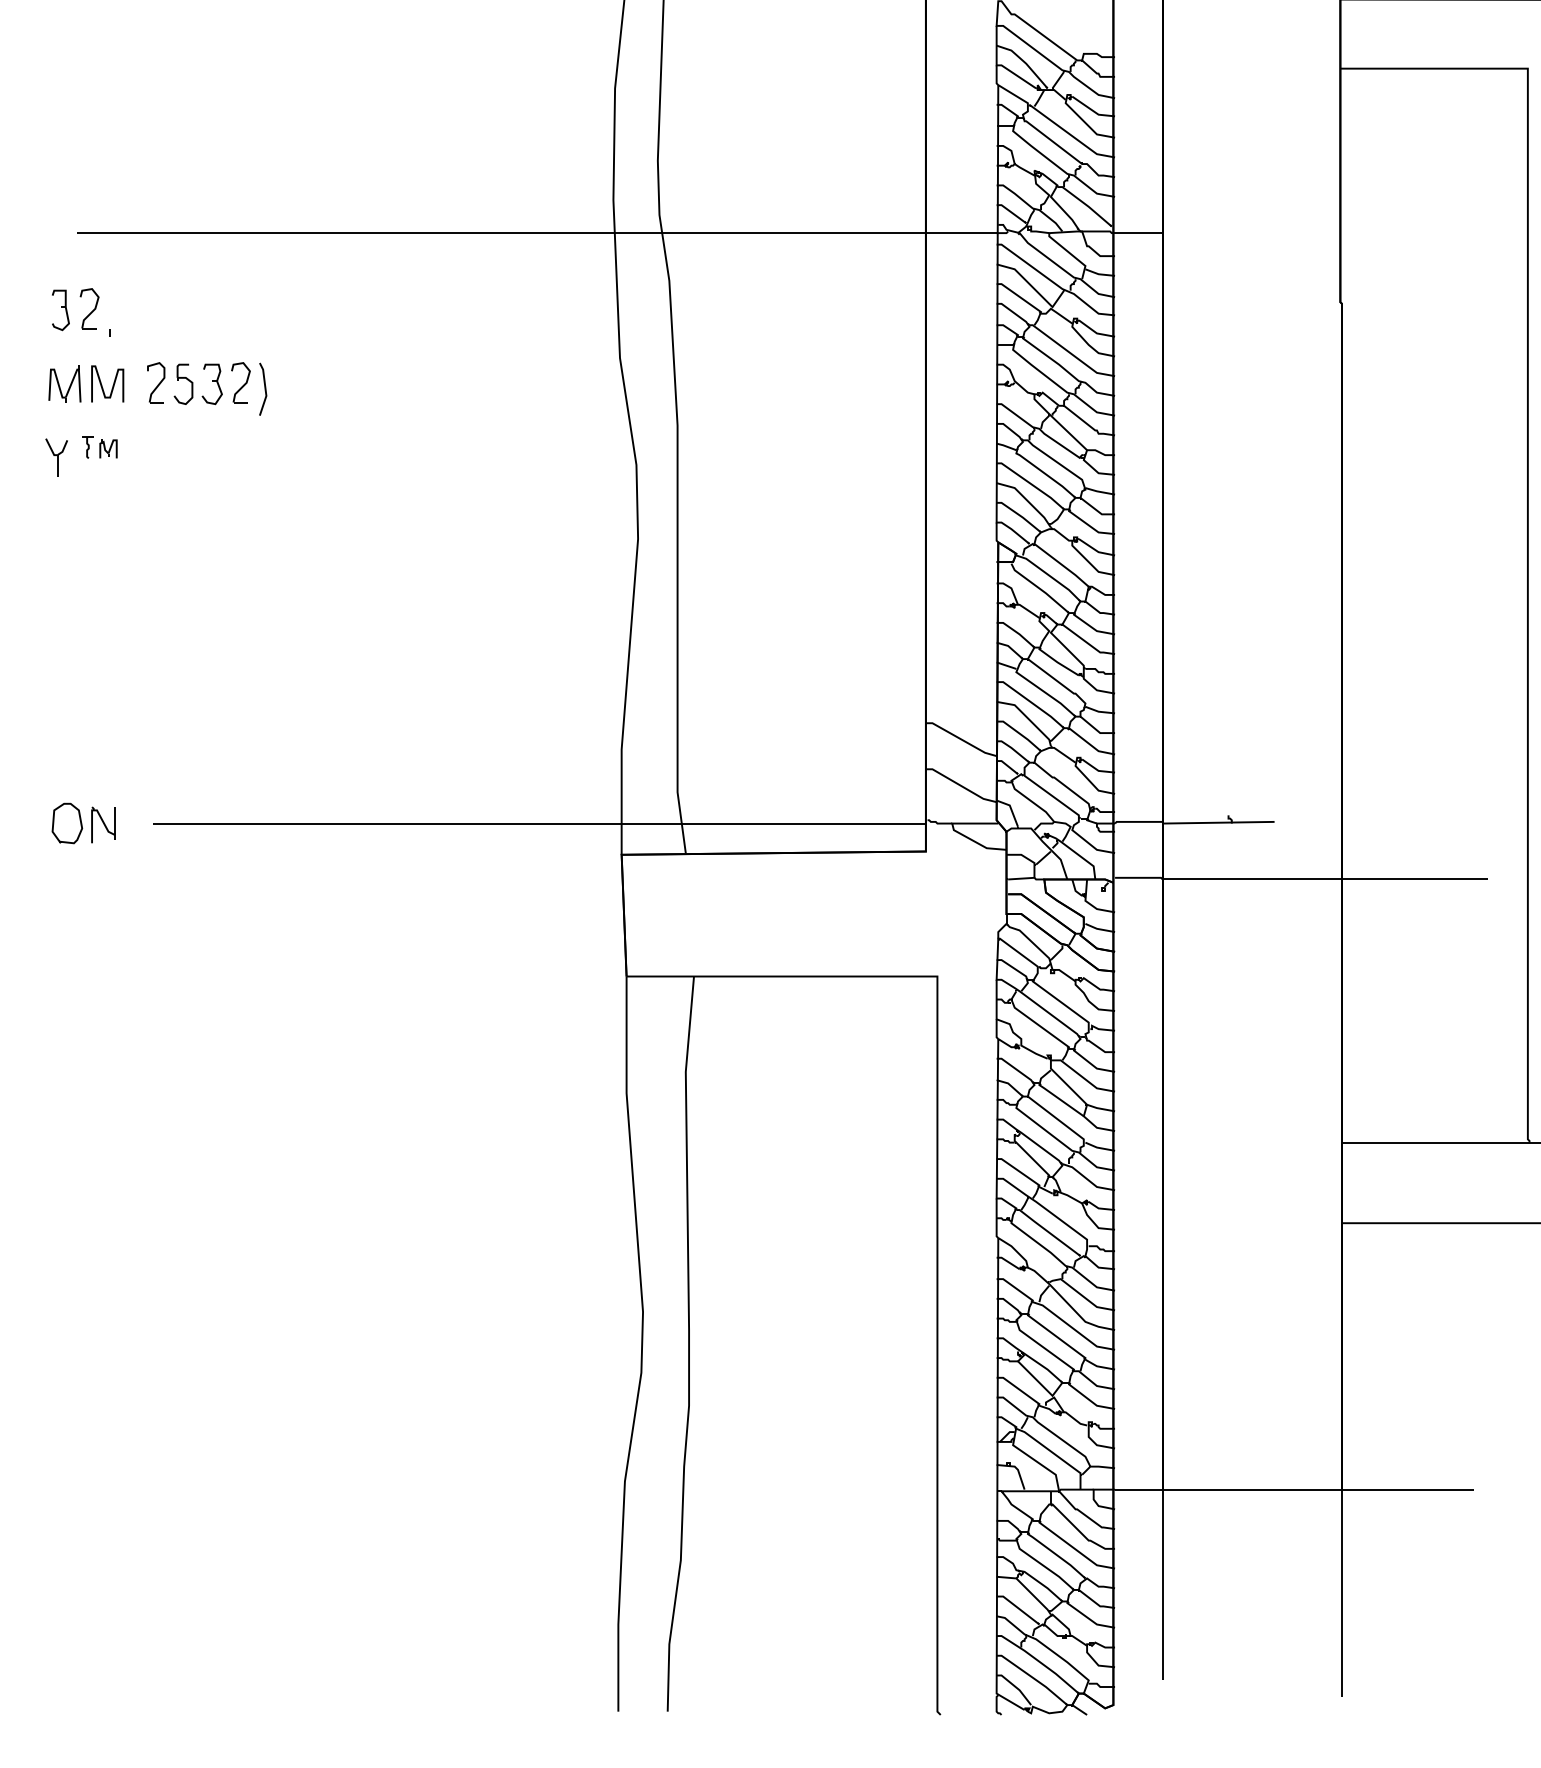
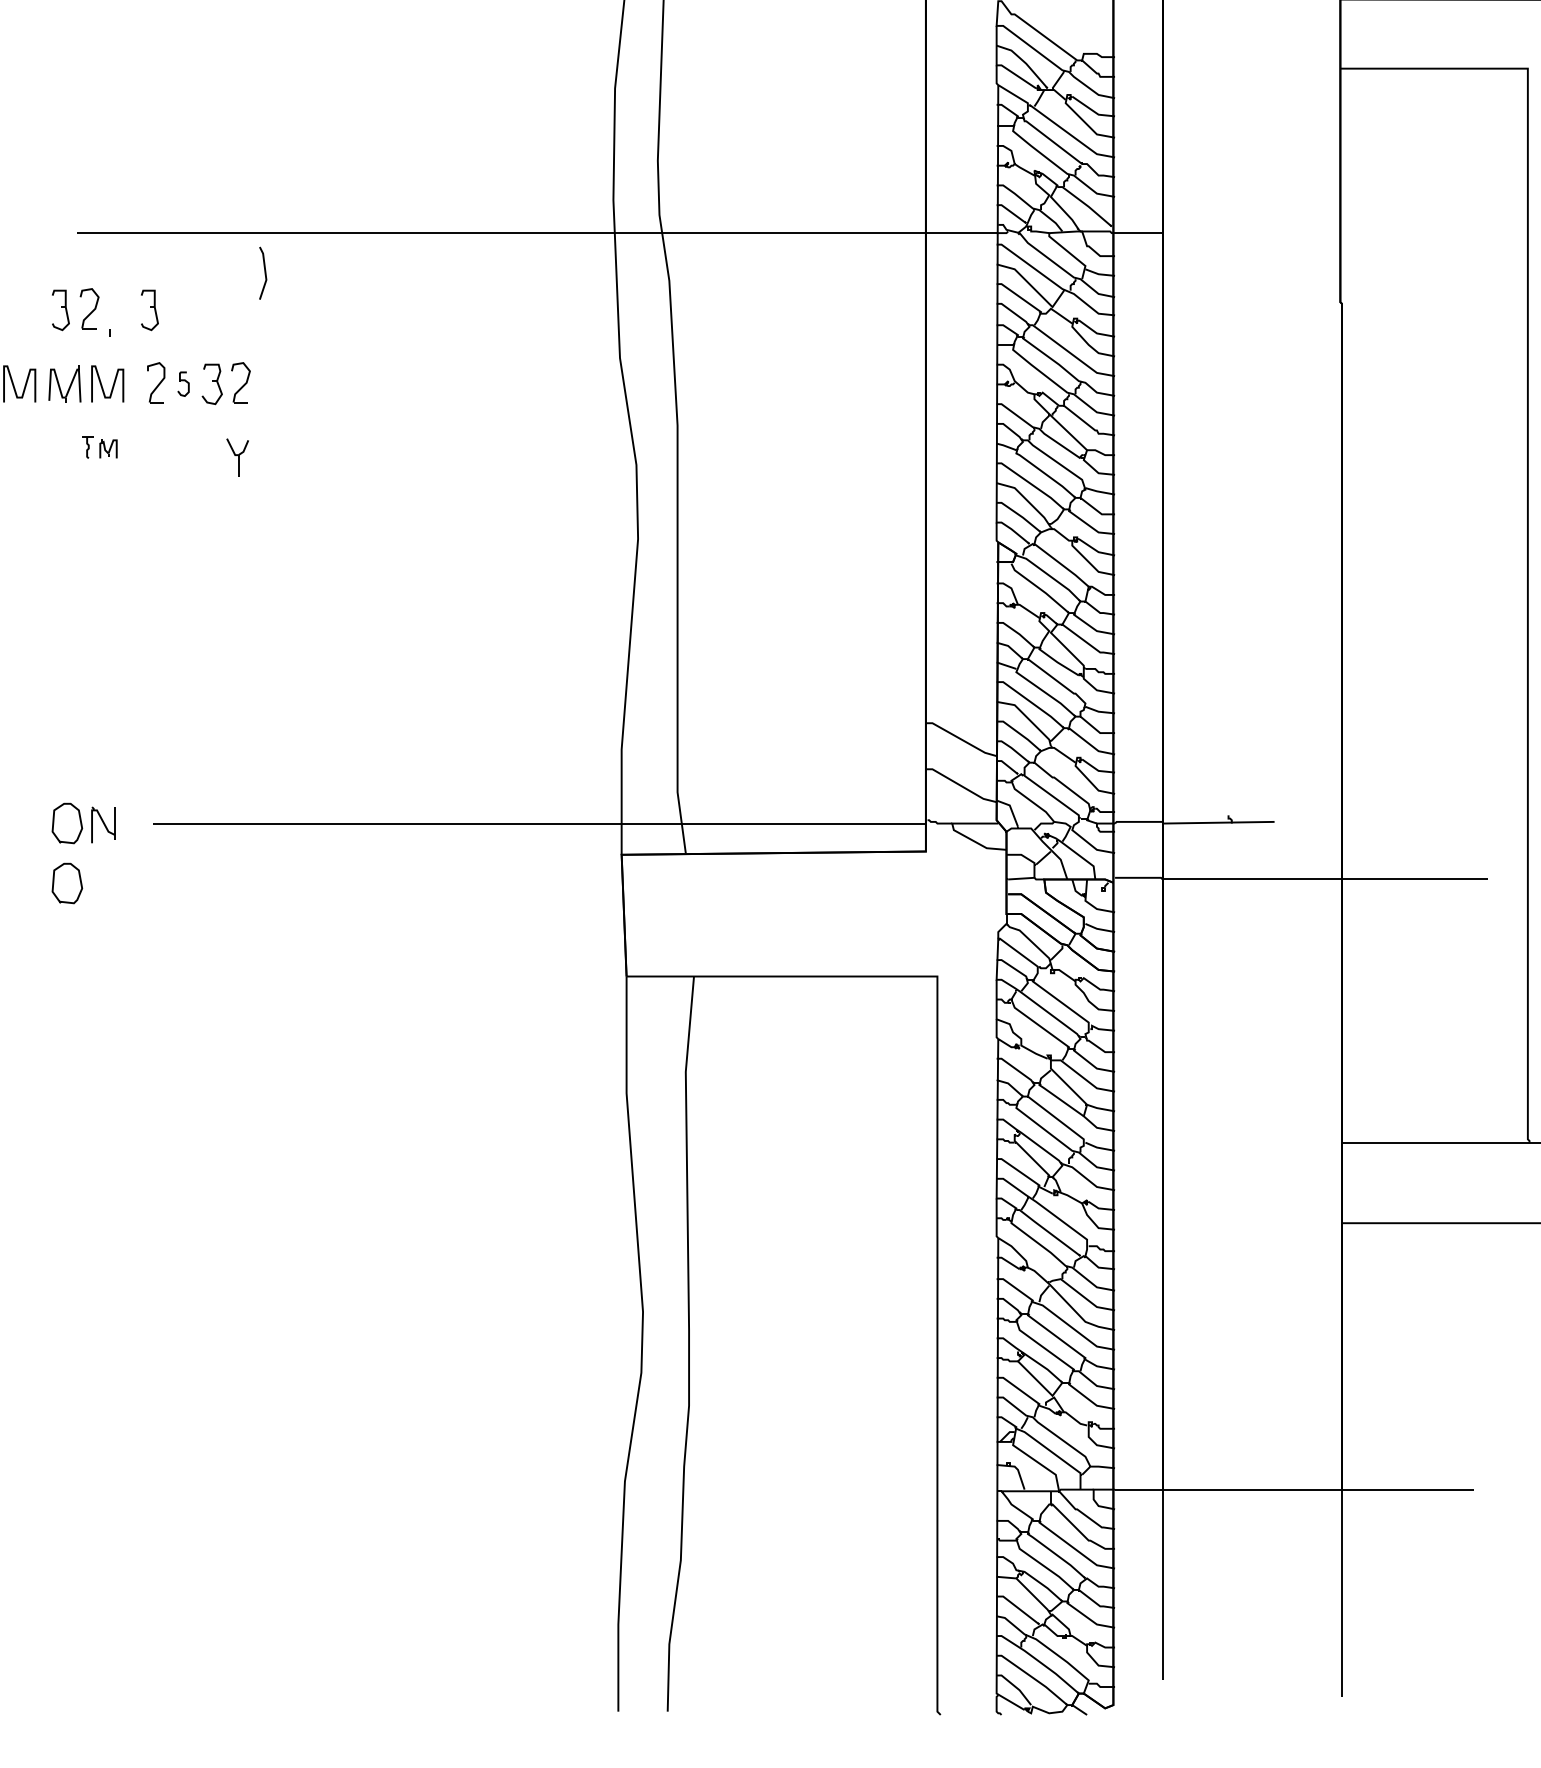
part at (149, 310): none -> present
part at (183, 383) size: 21x42 px -> 13x26 px
curve at (14, 385): none -> present
line at (264, 388) position: (264, 388) -> (264, 272)
part at (56, 457) position: (56, 457) -> (237, 457)
curve at (79, 880): none -> present
